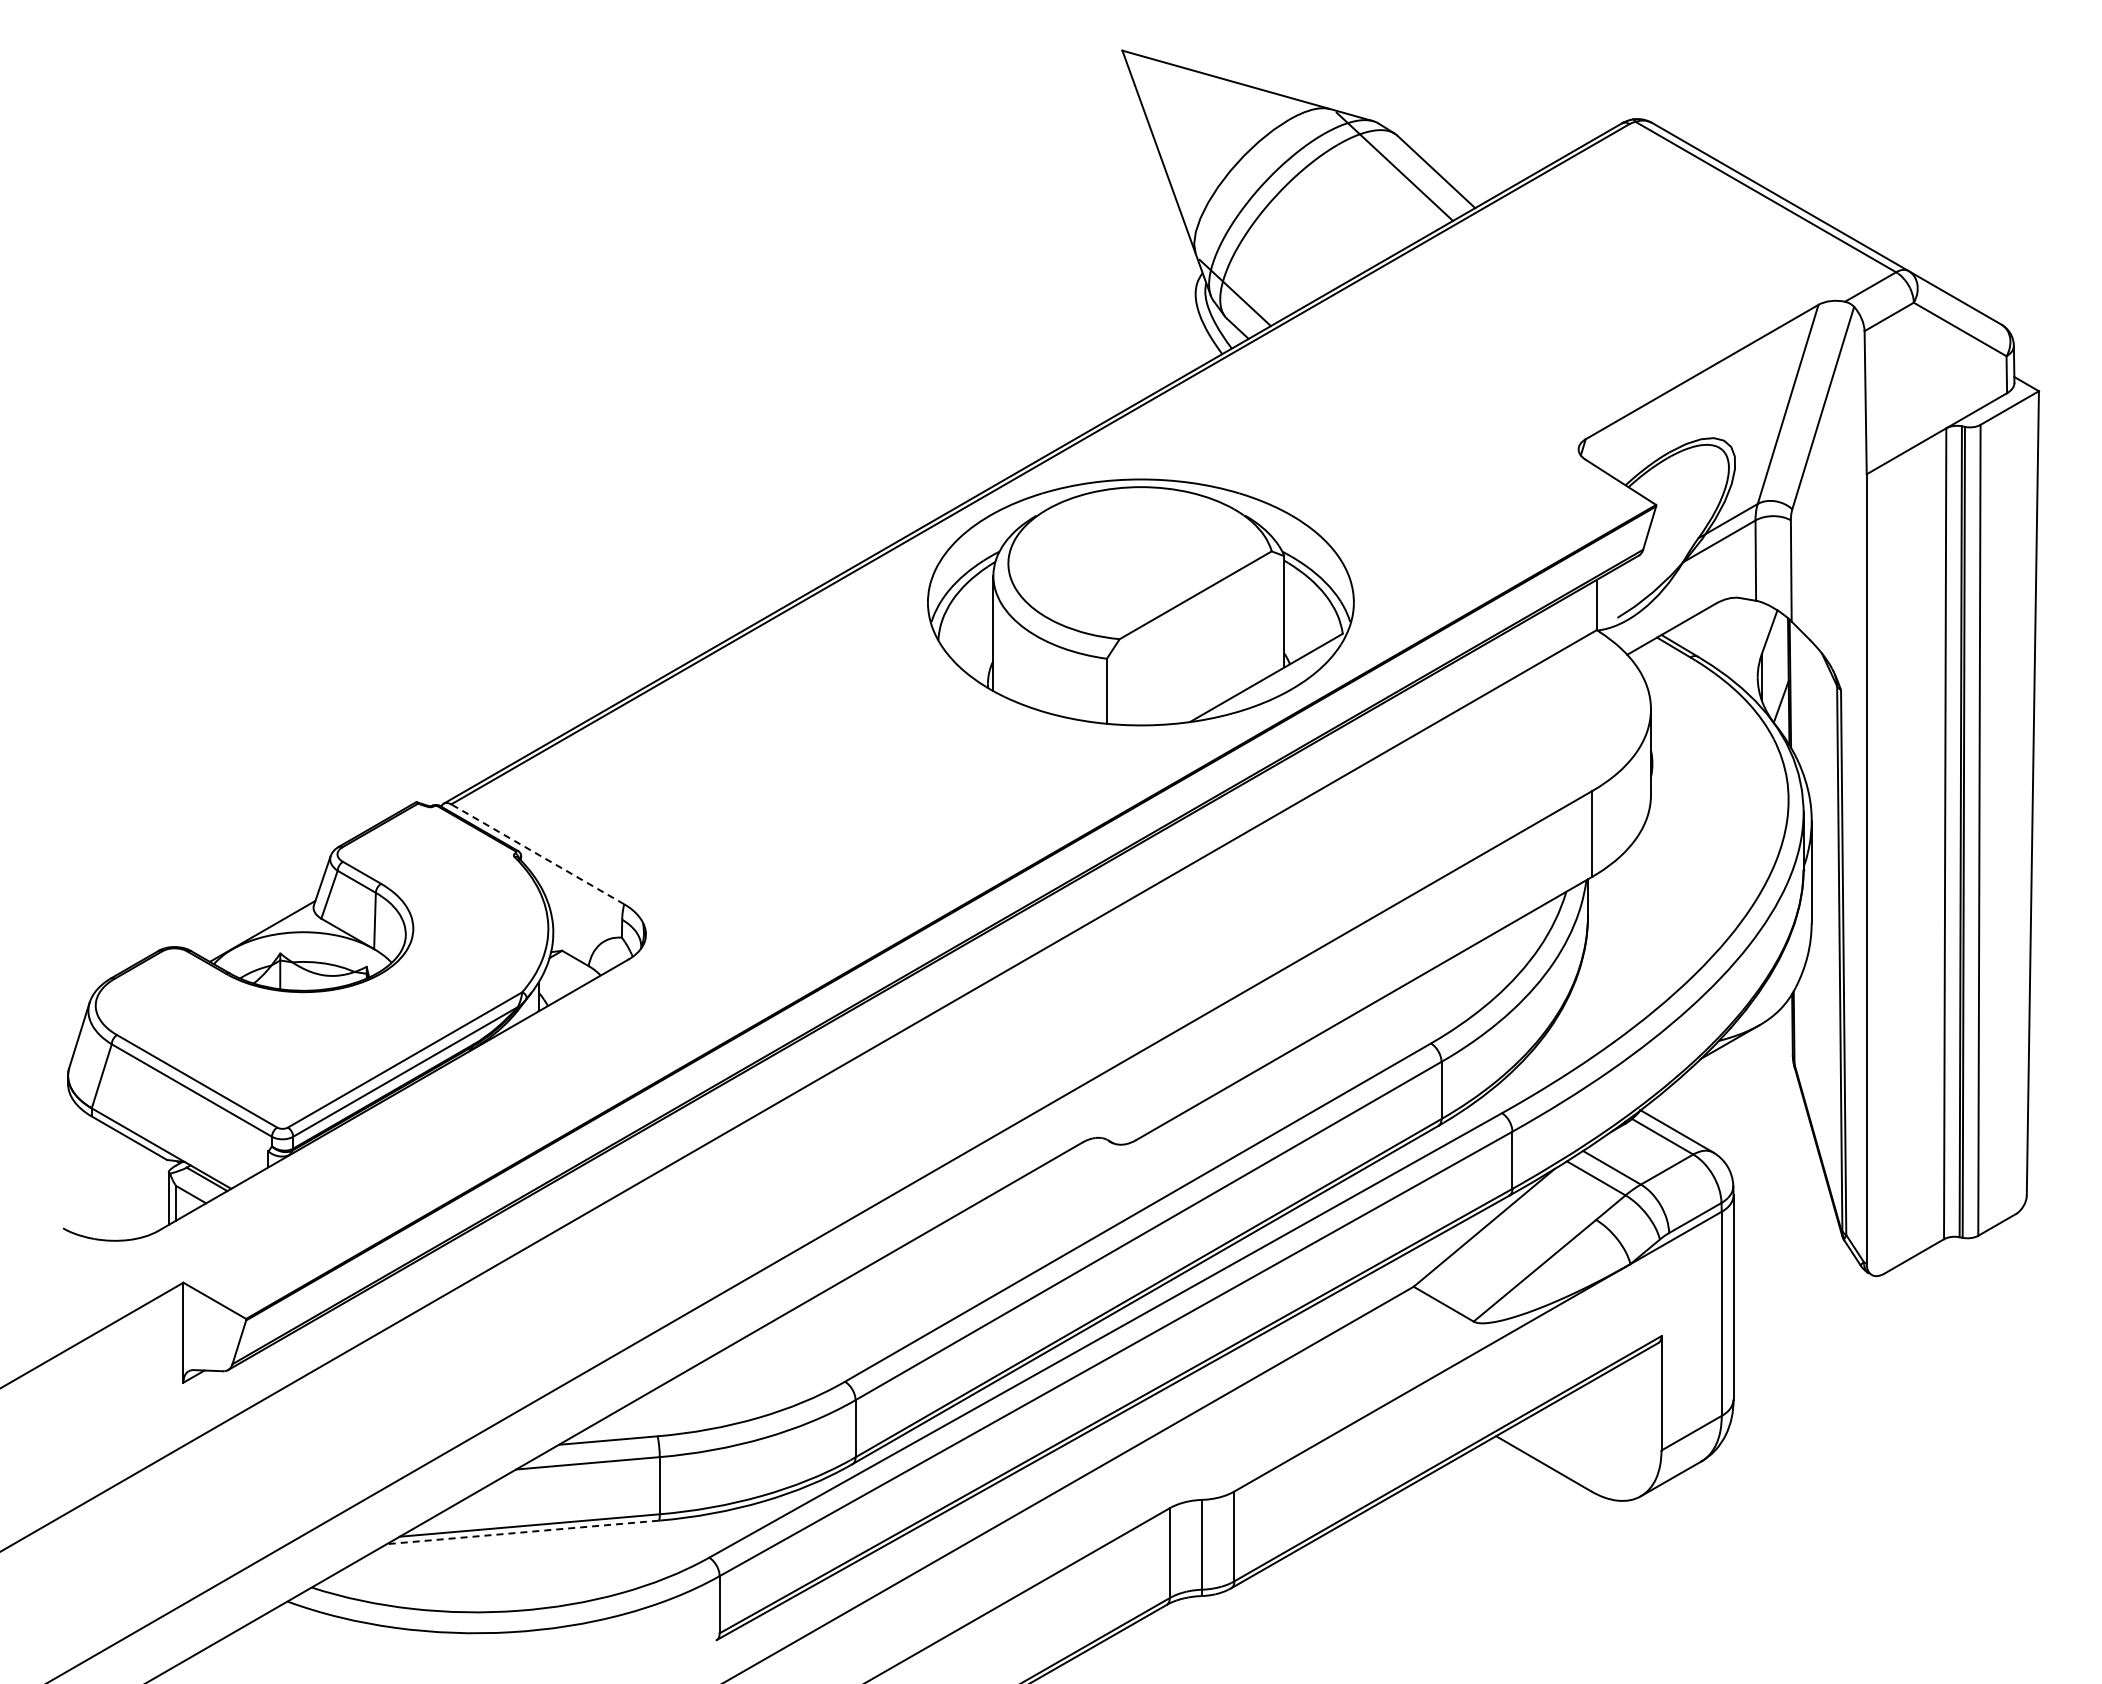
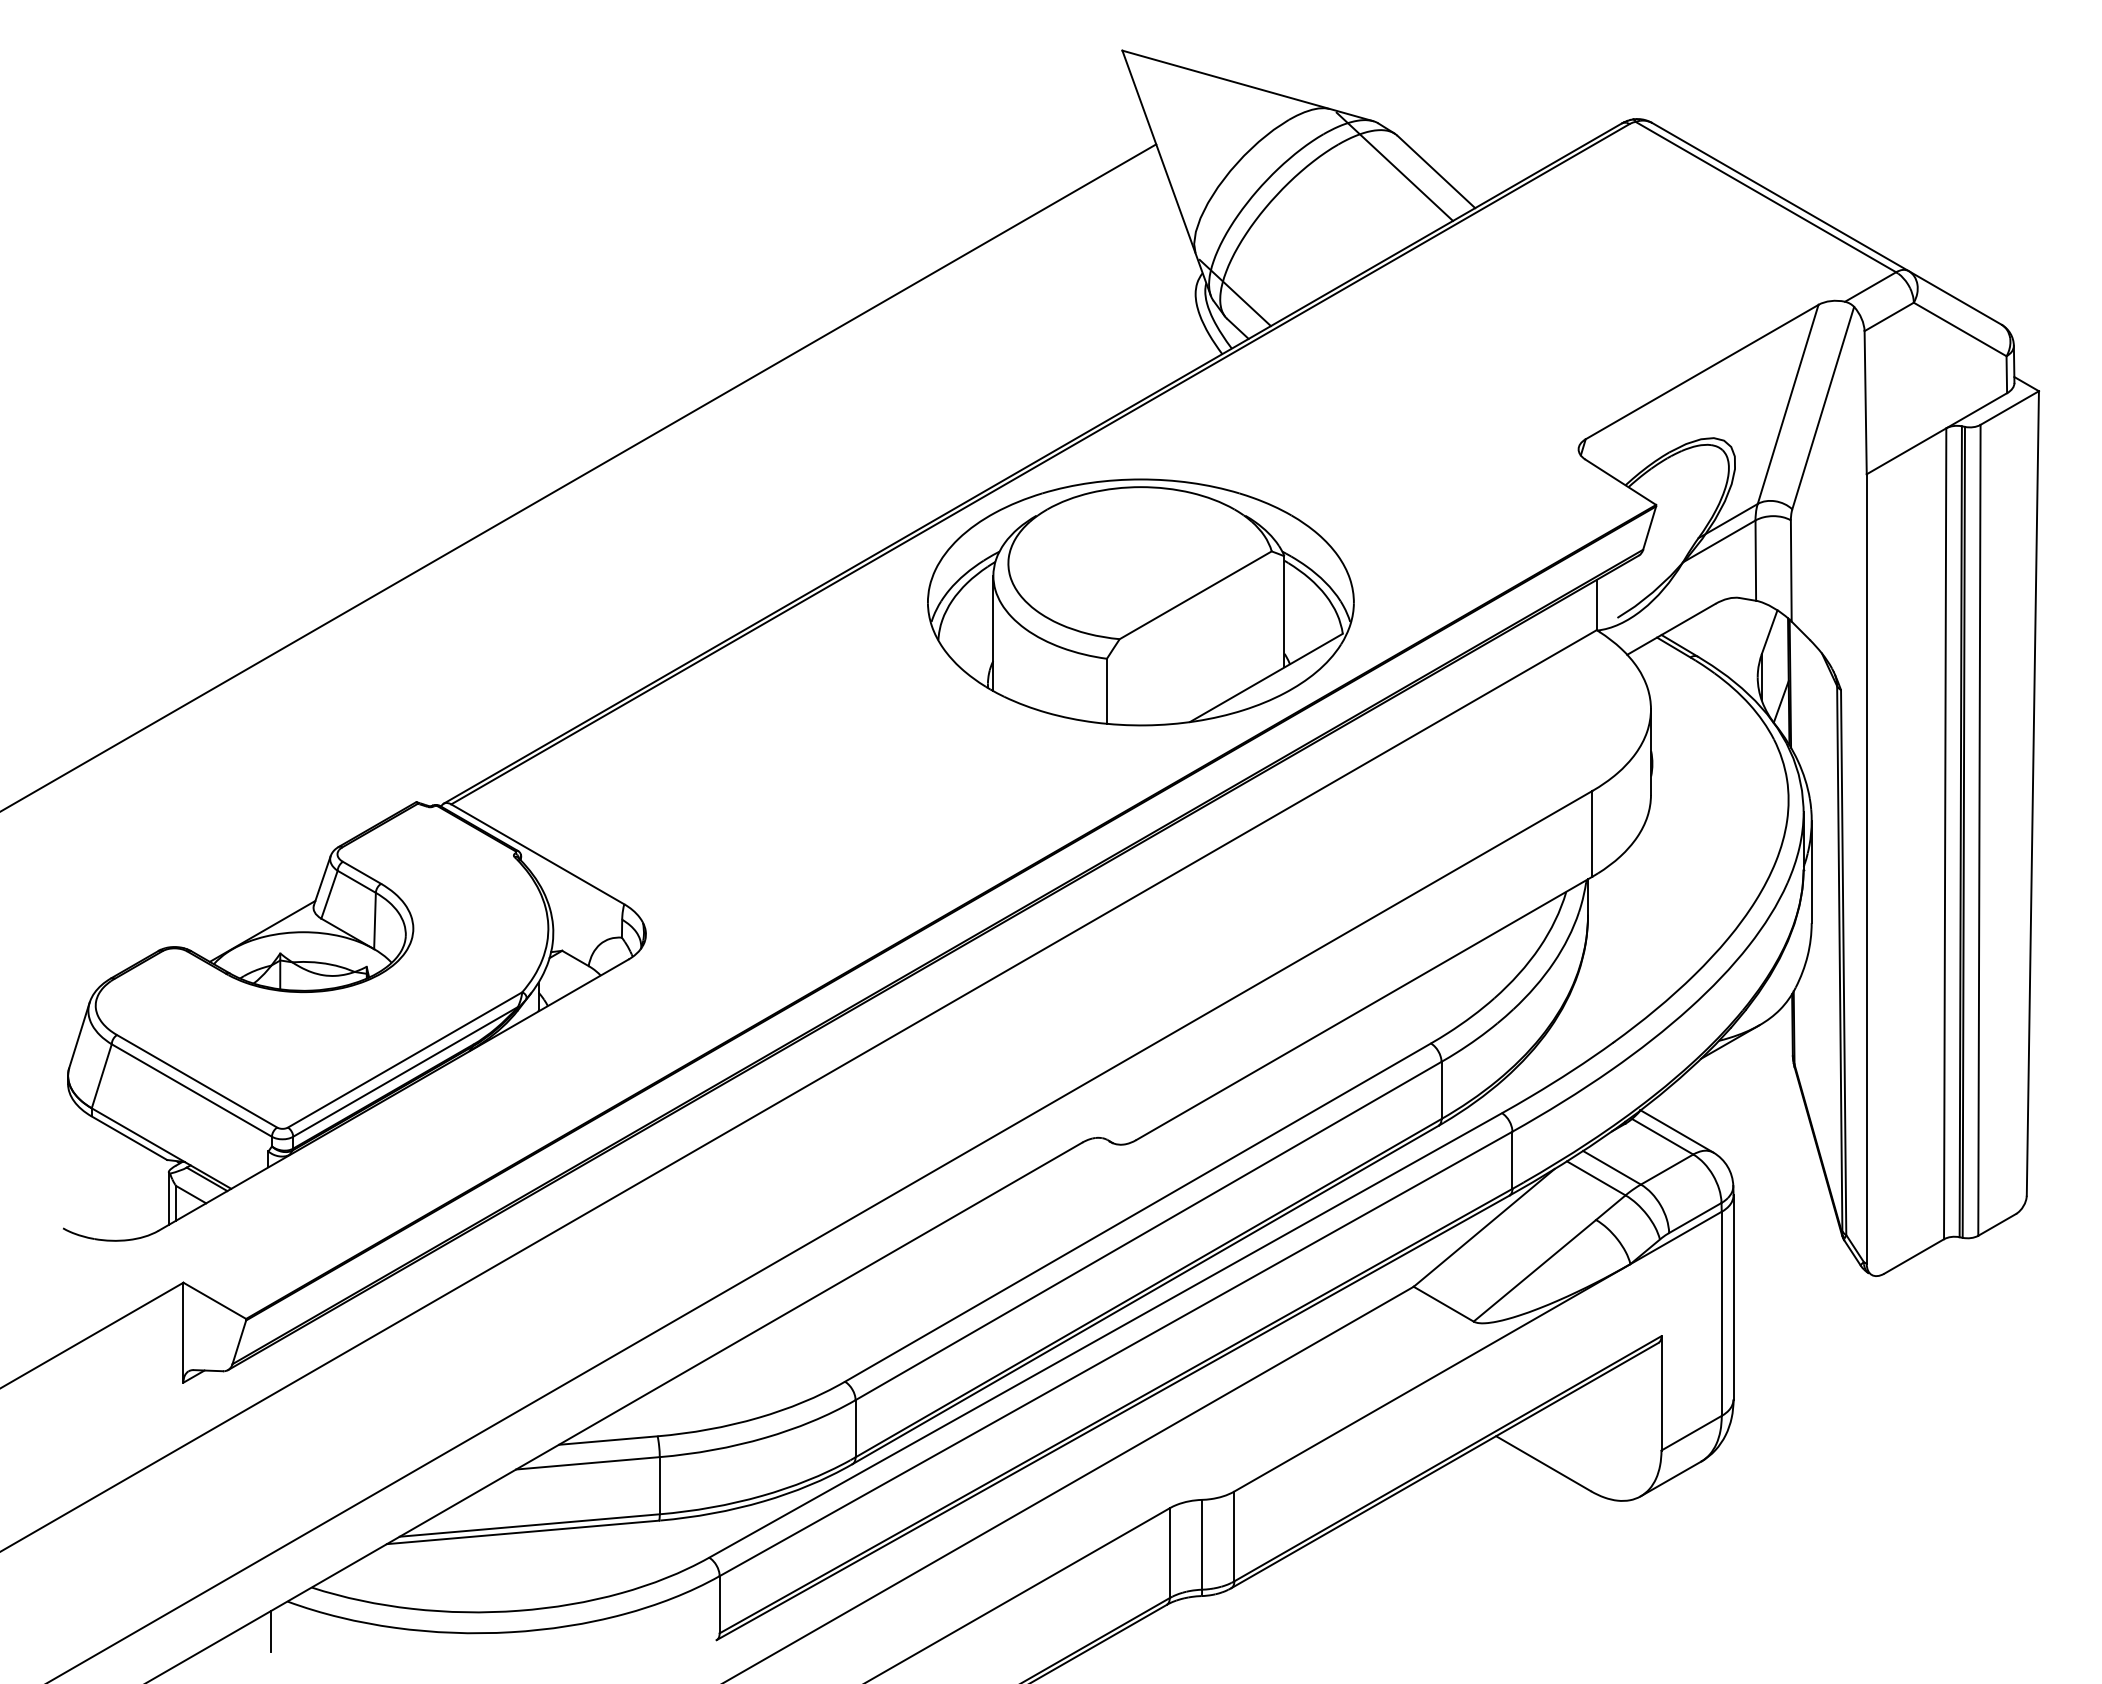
line at (579, 477): none -> present
line at (537, 854): dashed -> solid
line at (522, 1532): dashed -> solid
line at (271, 1631): none -> present
